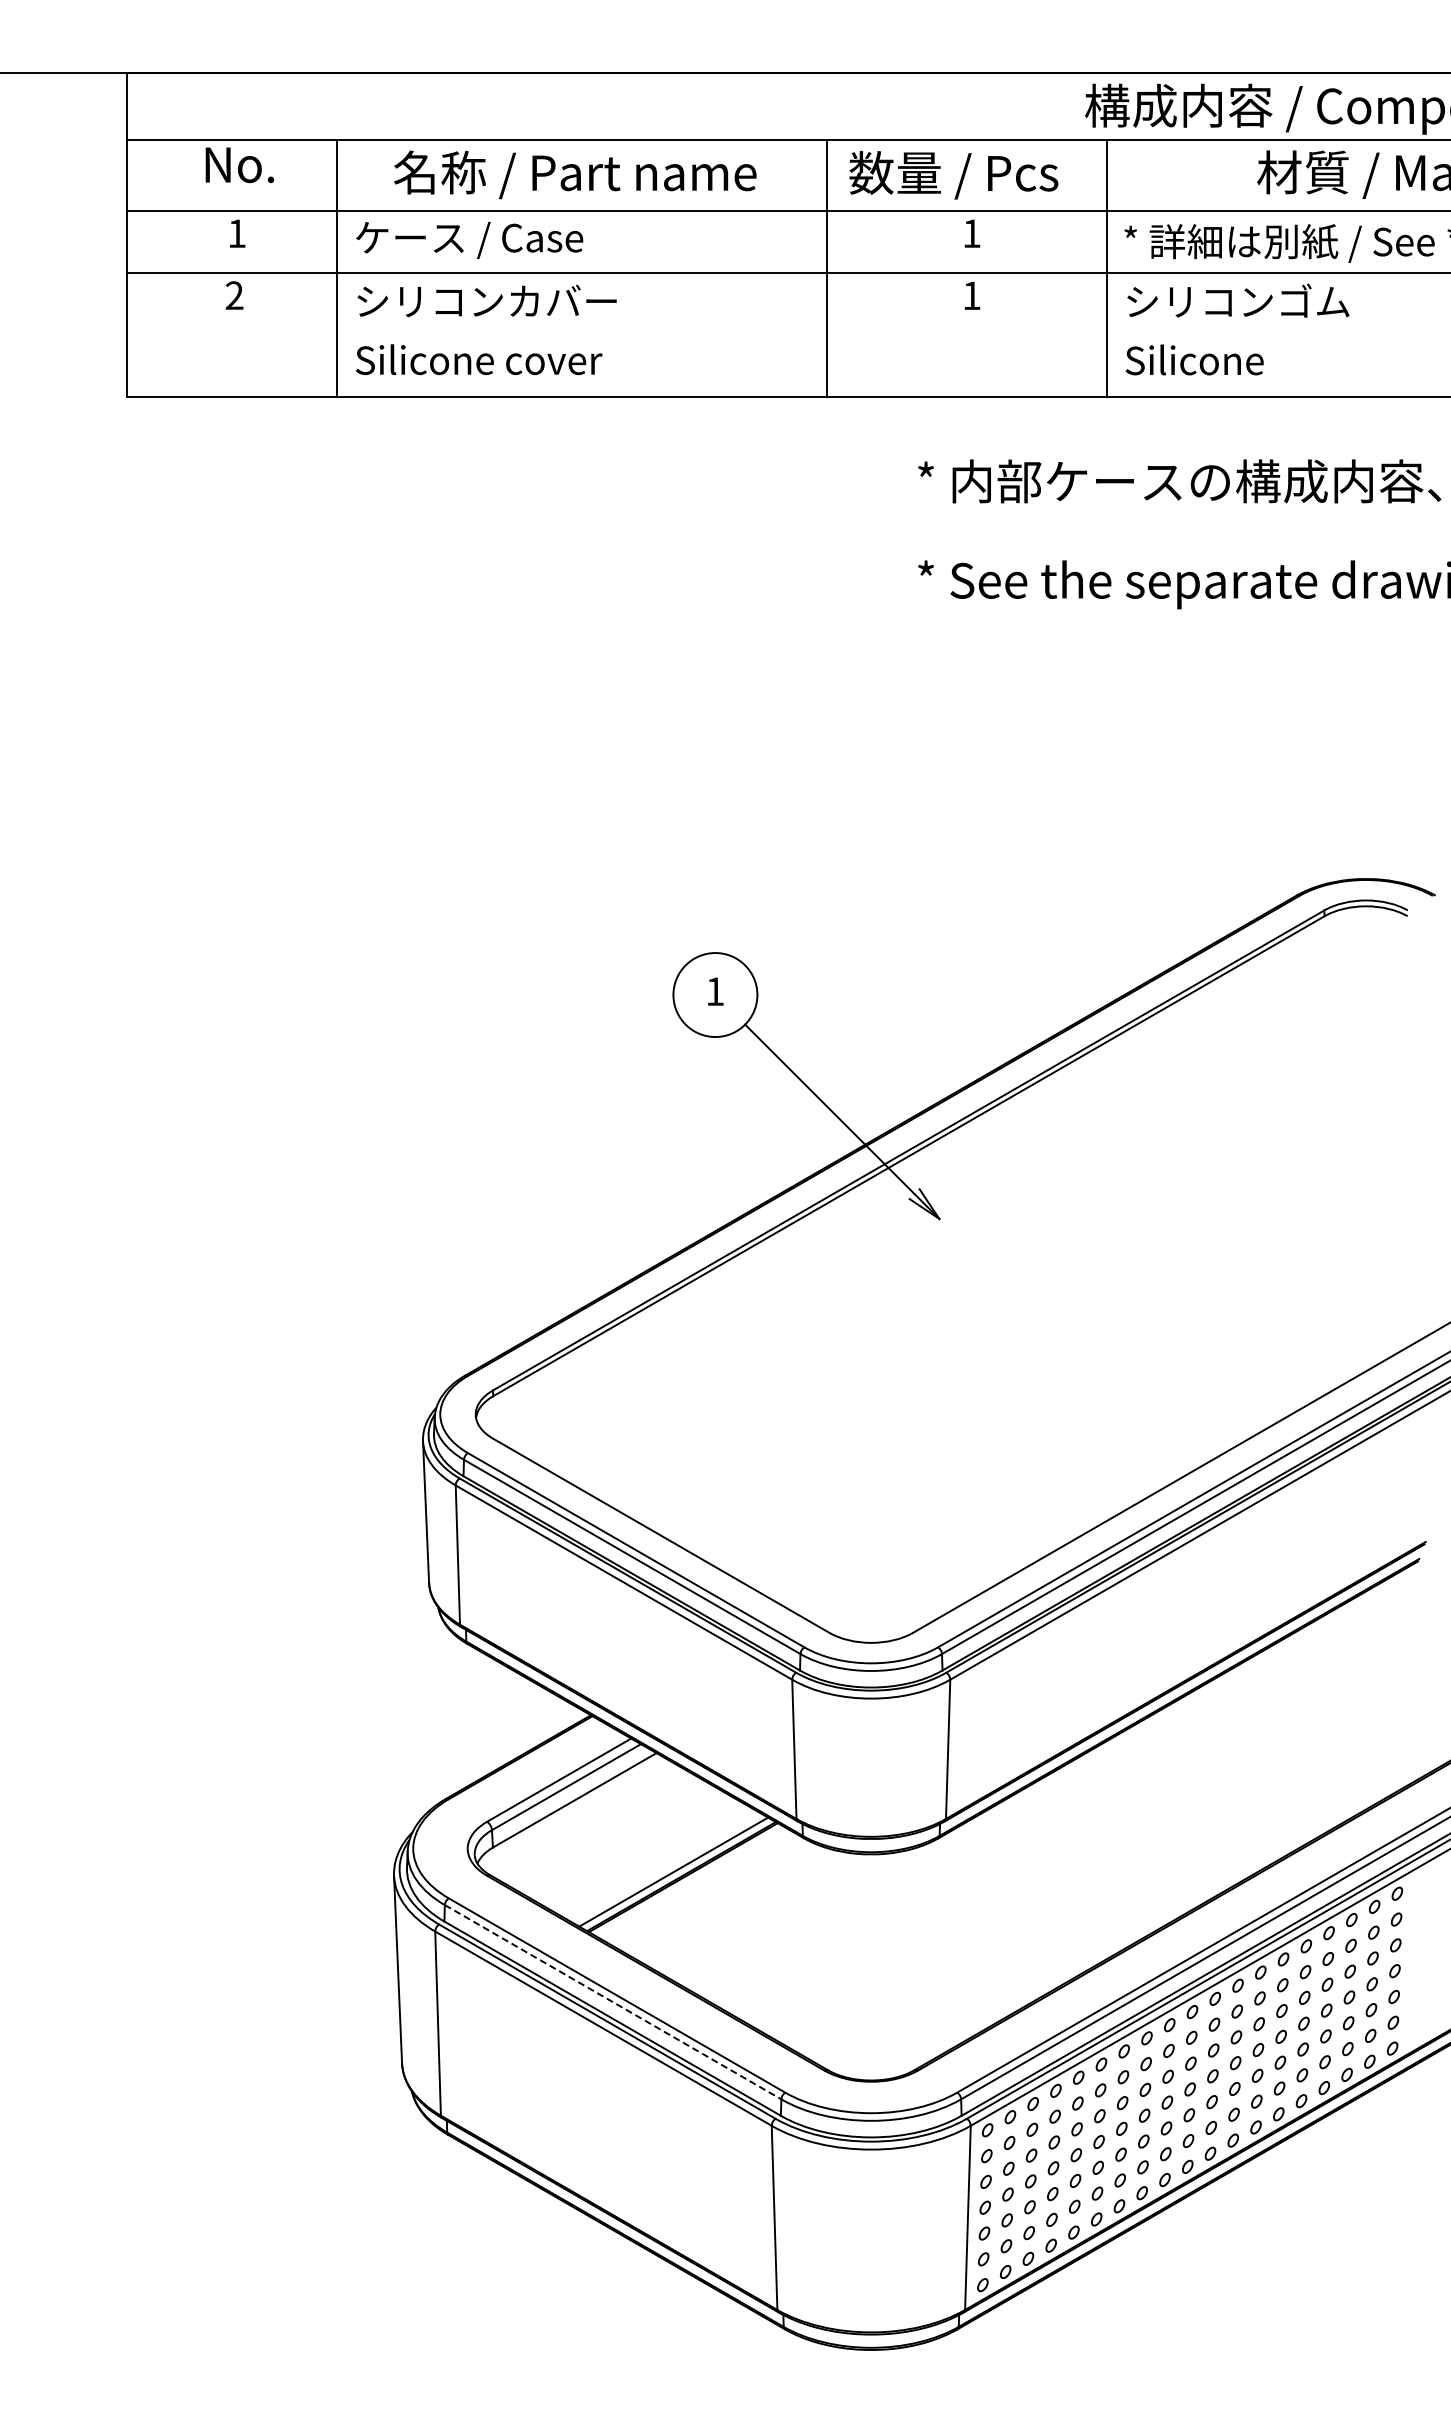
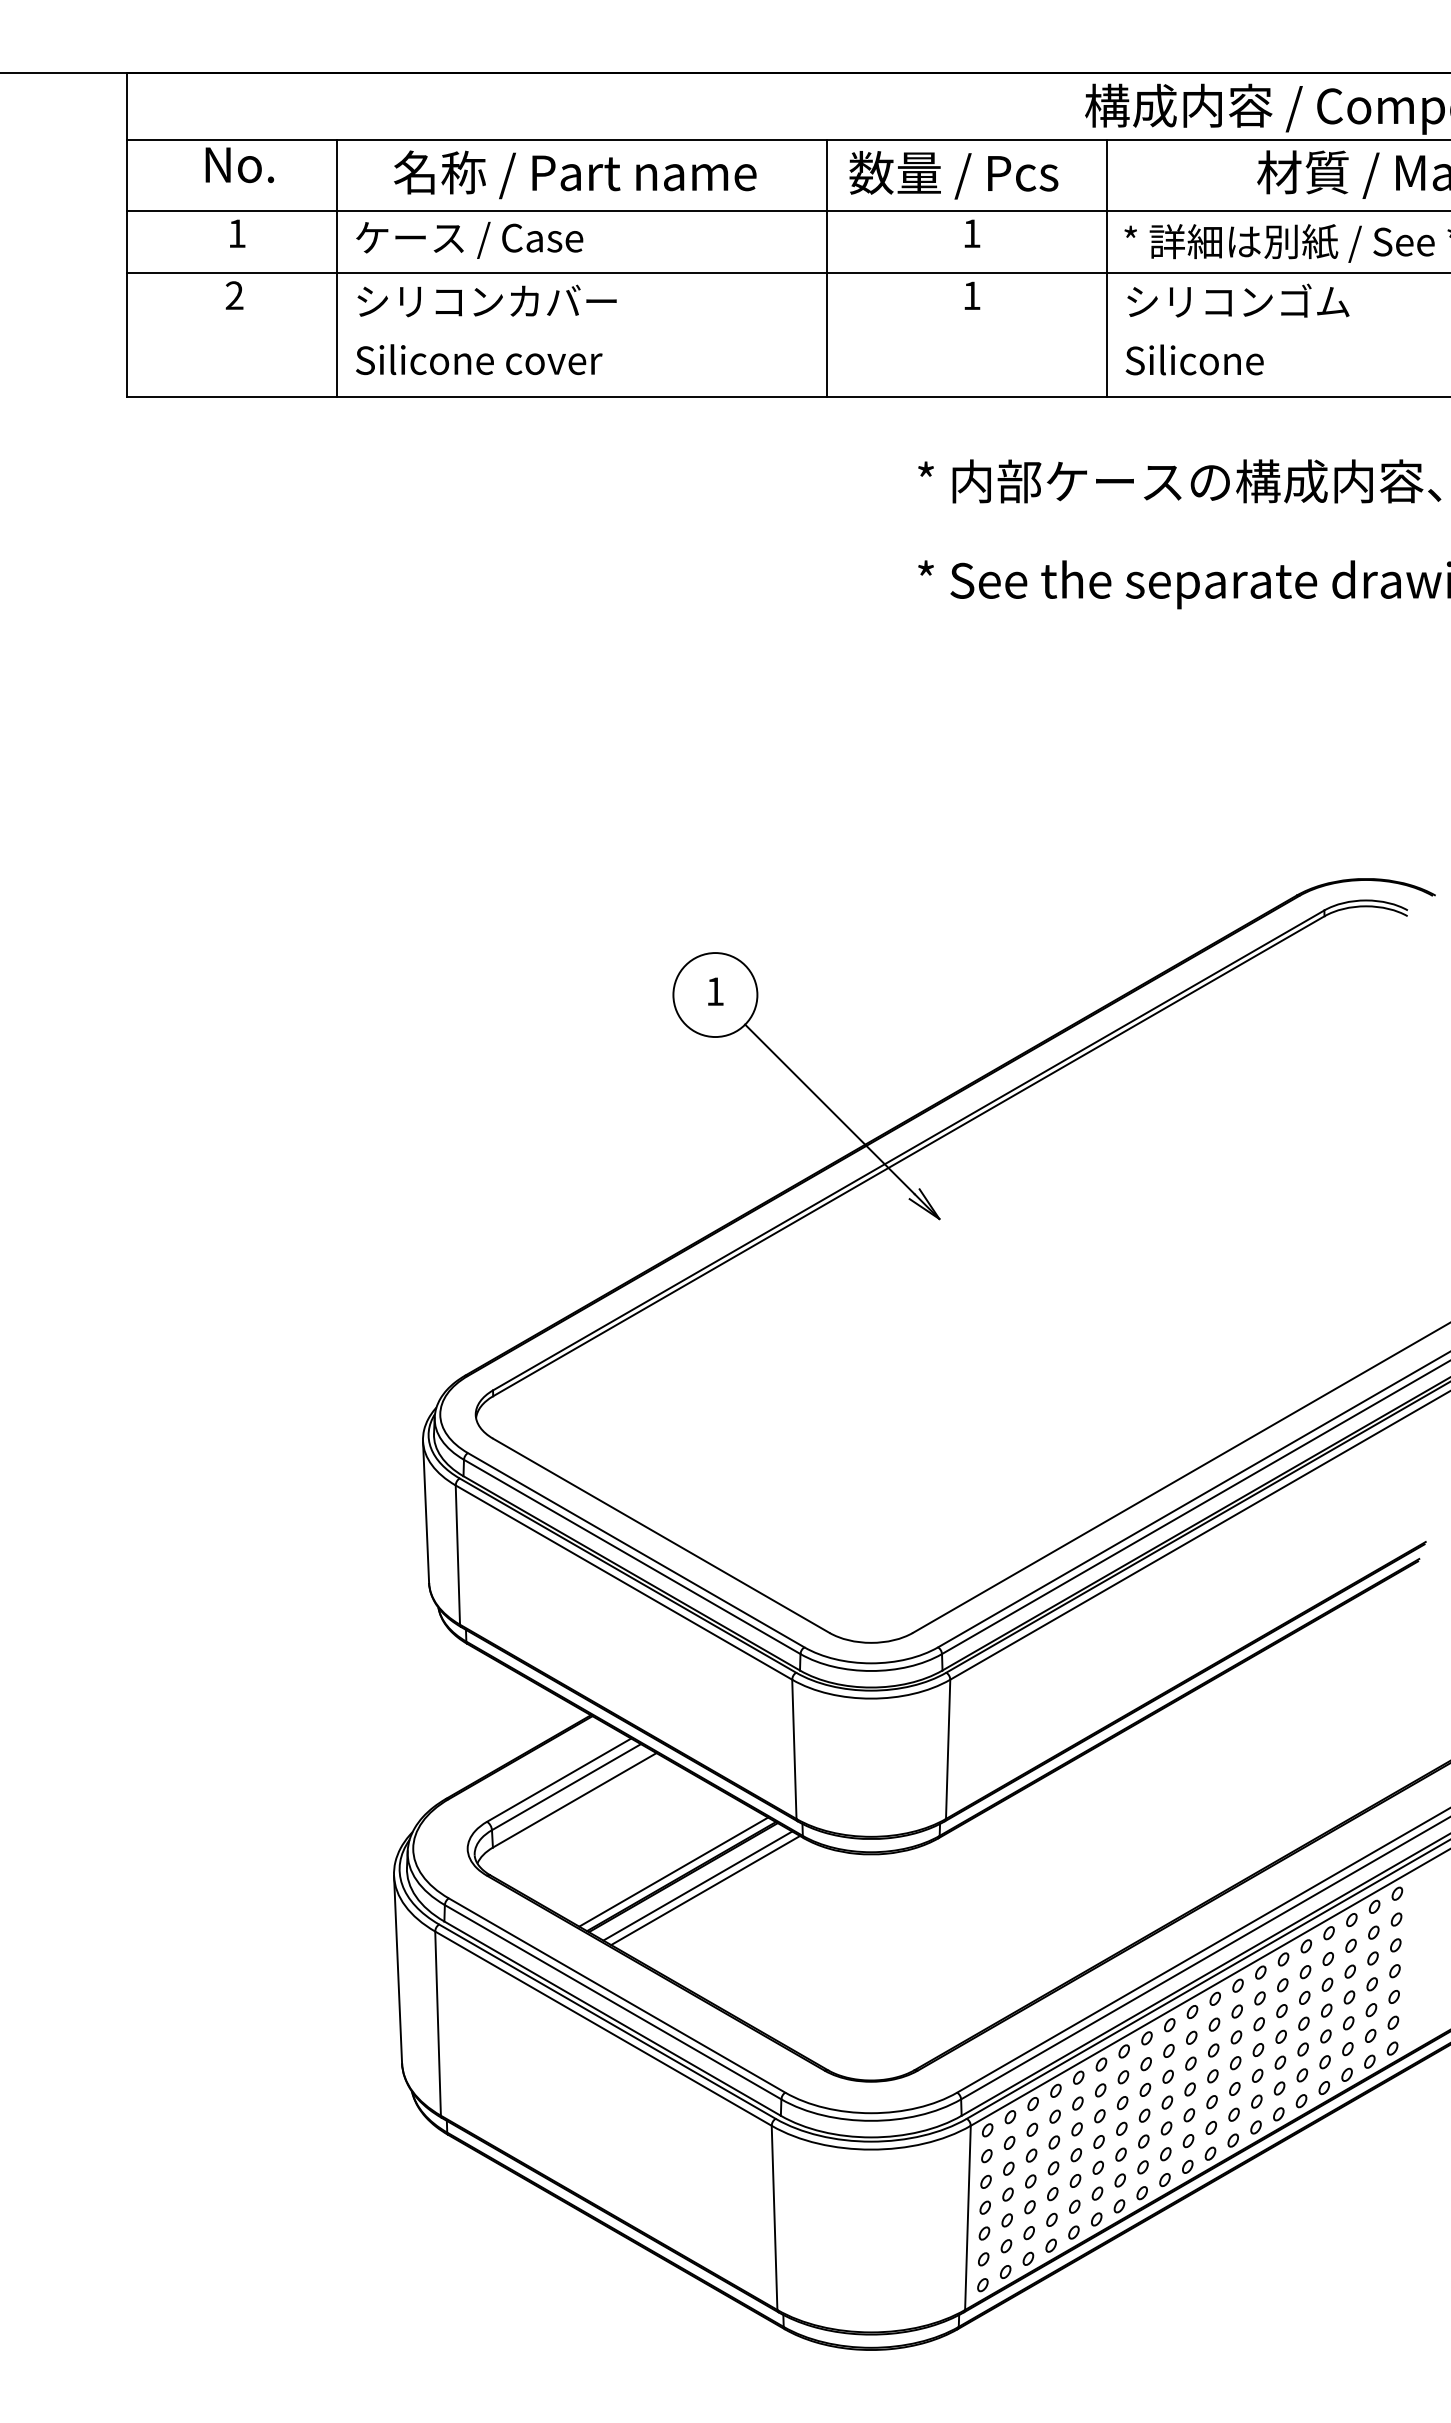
line at (697, 1885): none -> present
line at (705, 1890): none -> present
line at (613, 2002): dashed -> solid
